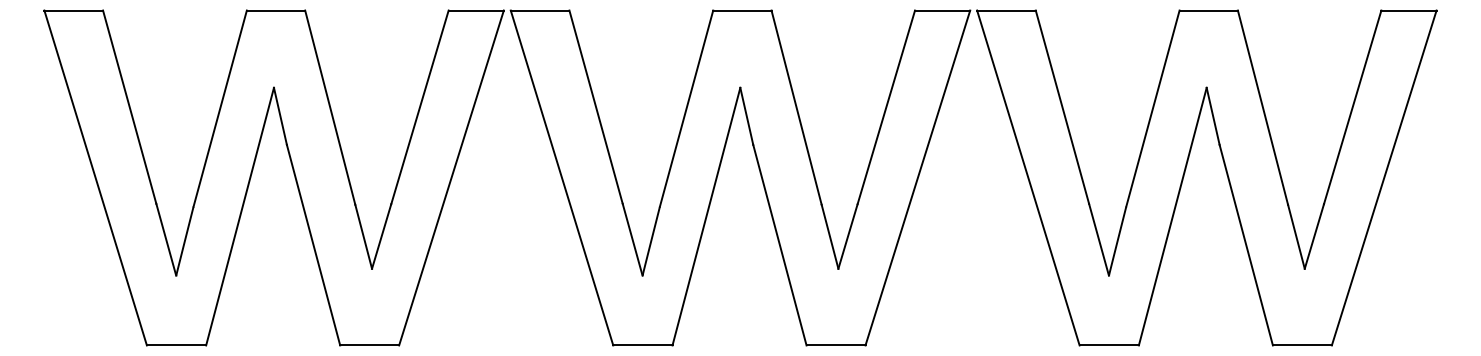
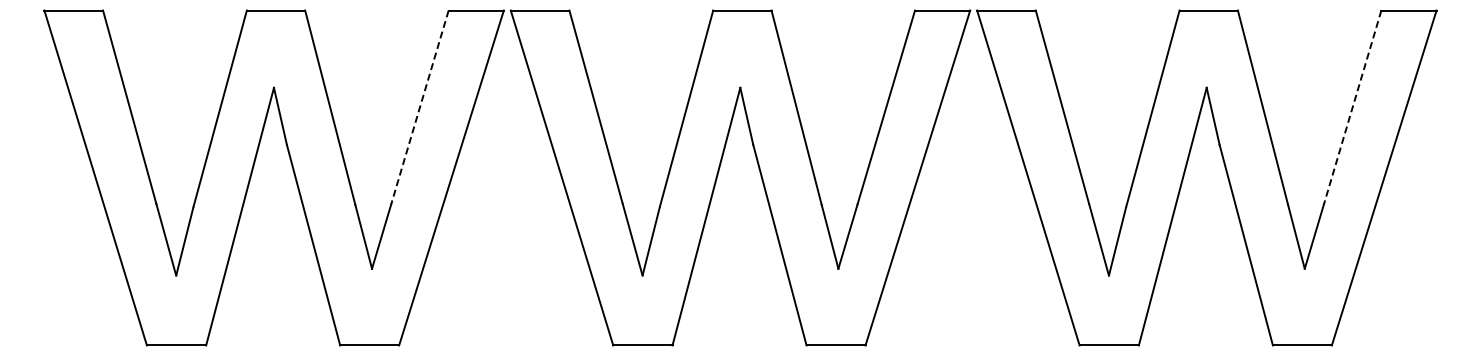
line at (419, 107): solid -> dashed
line at (1352, 107): solid -> dashed
